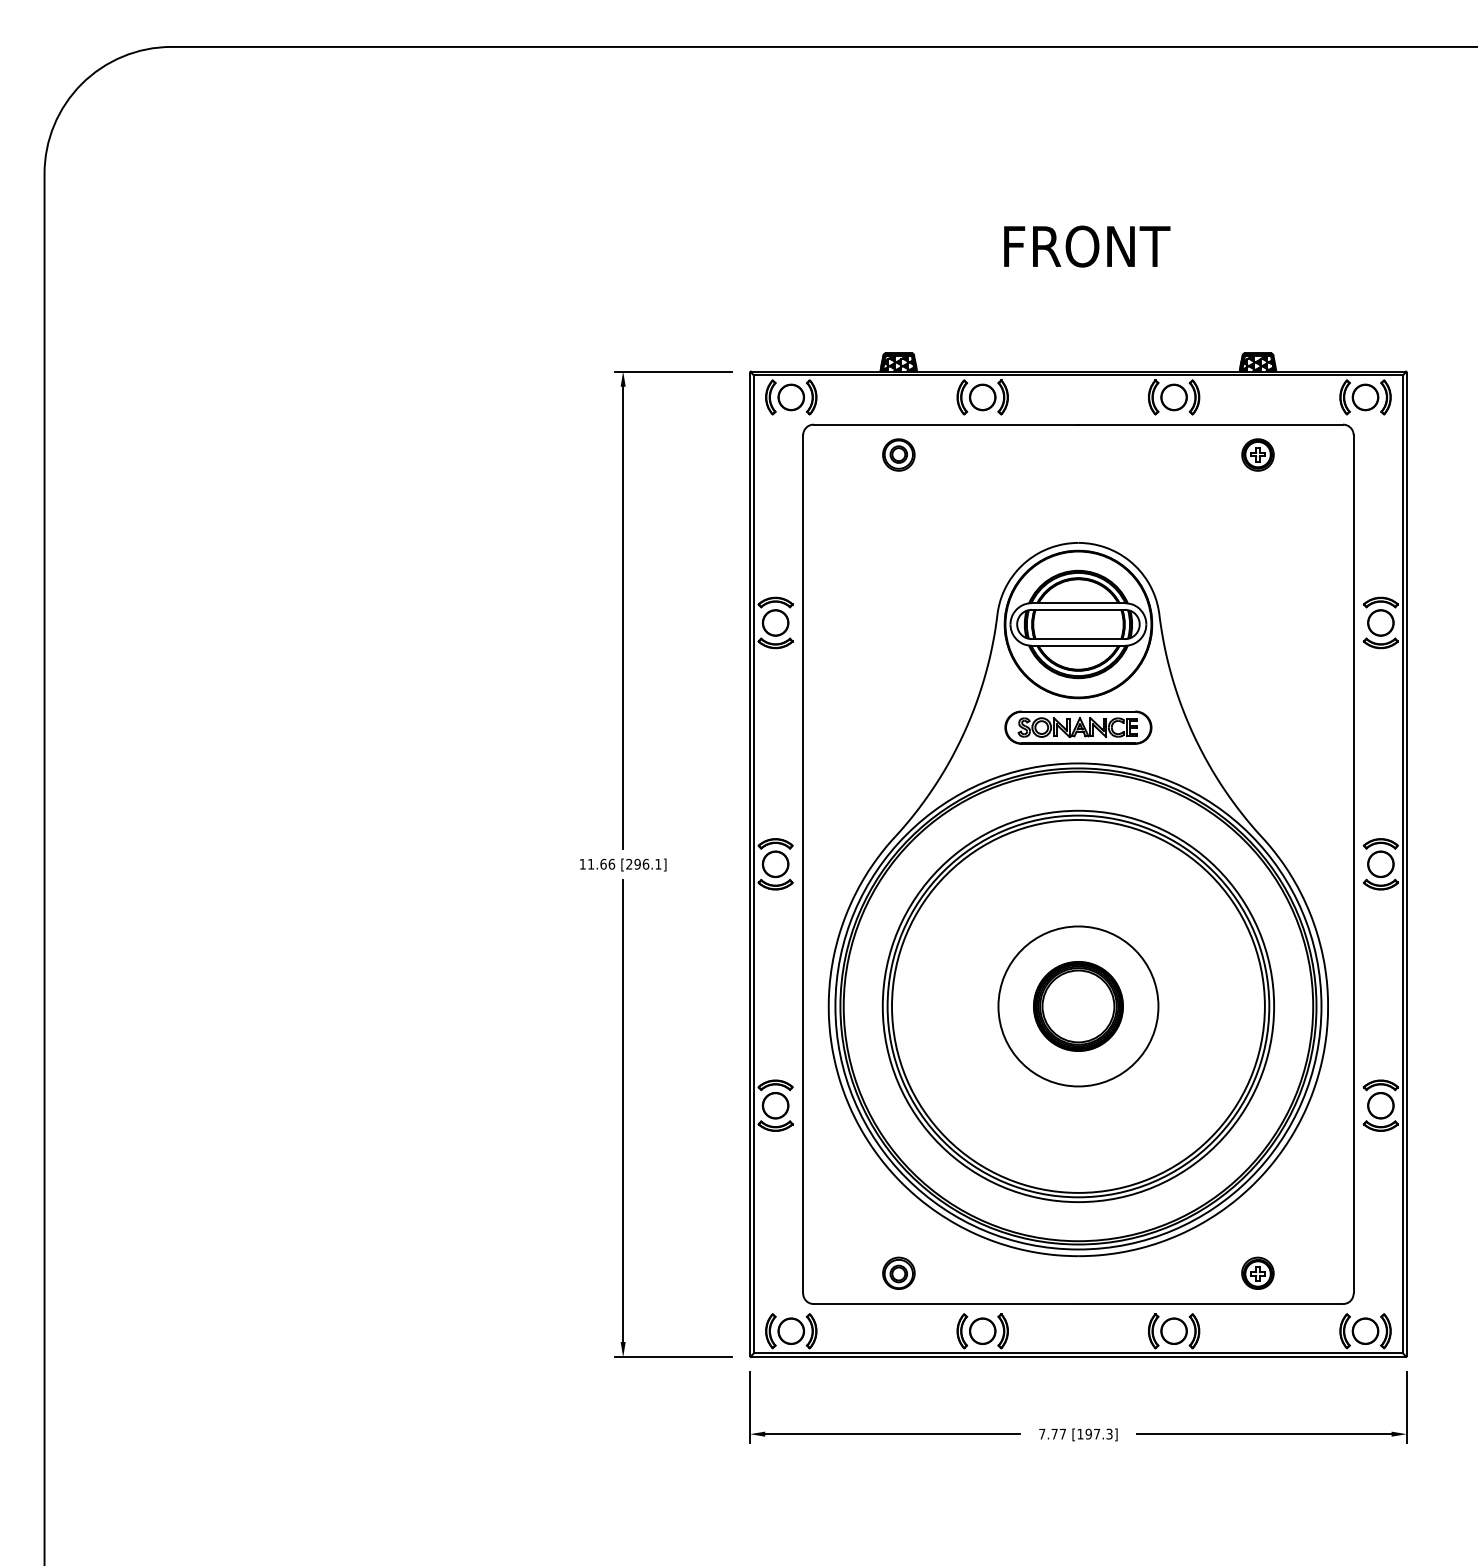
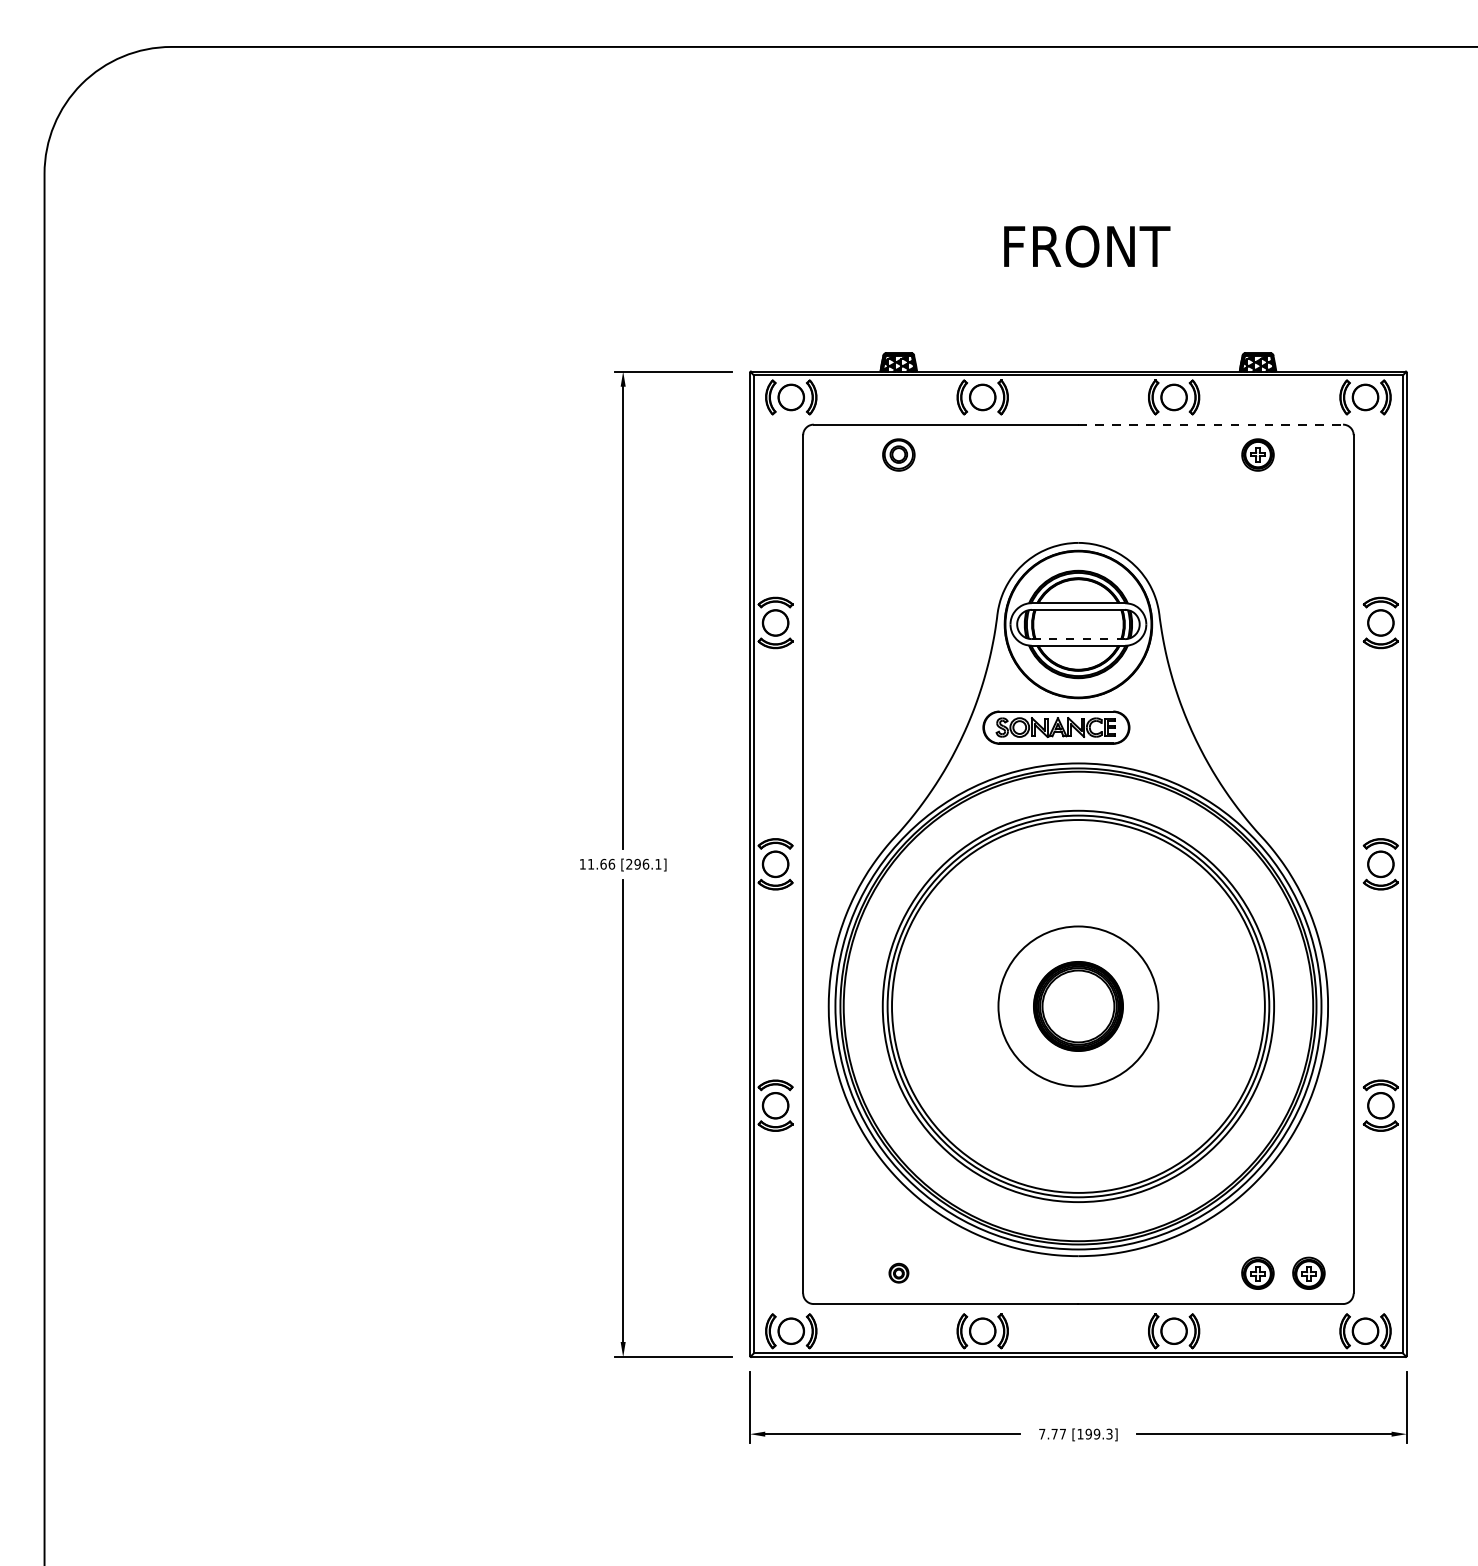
line at (1211, 424): solid -> dashed
line at (1078, 639): solid -> dashed
part at (1078, 727) position: (1078, 727) -> (1056, 727)
part at (898, 1272) size: 34x34 px -> 22x22 px
part at (1308, 1272): none -> present
text at (1096, 1433): [197.3] -> [199.3]
